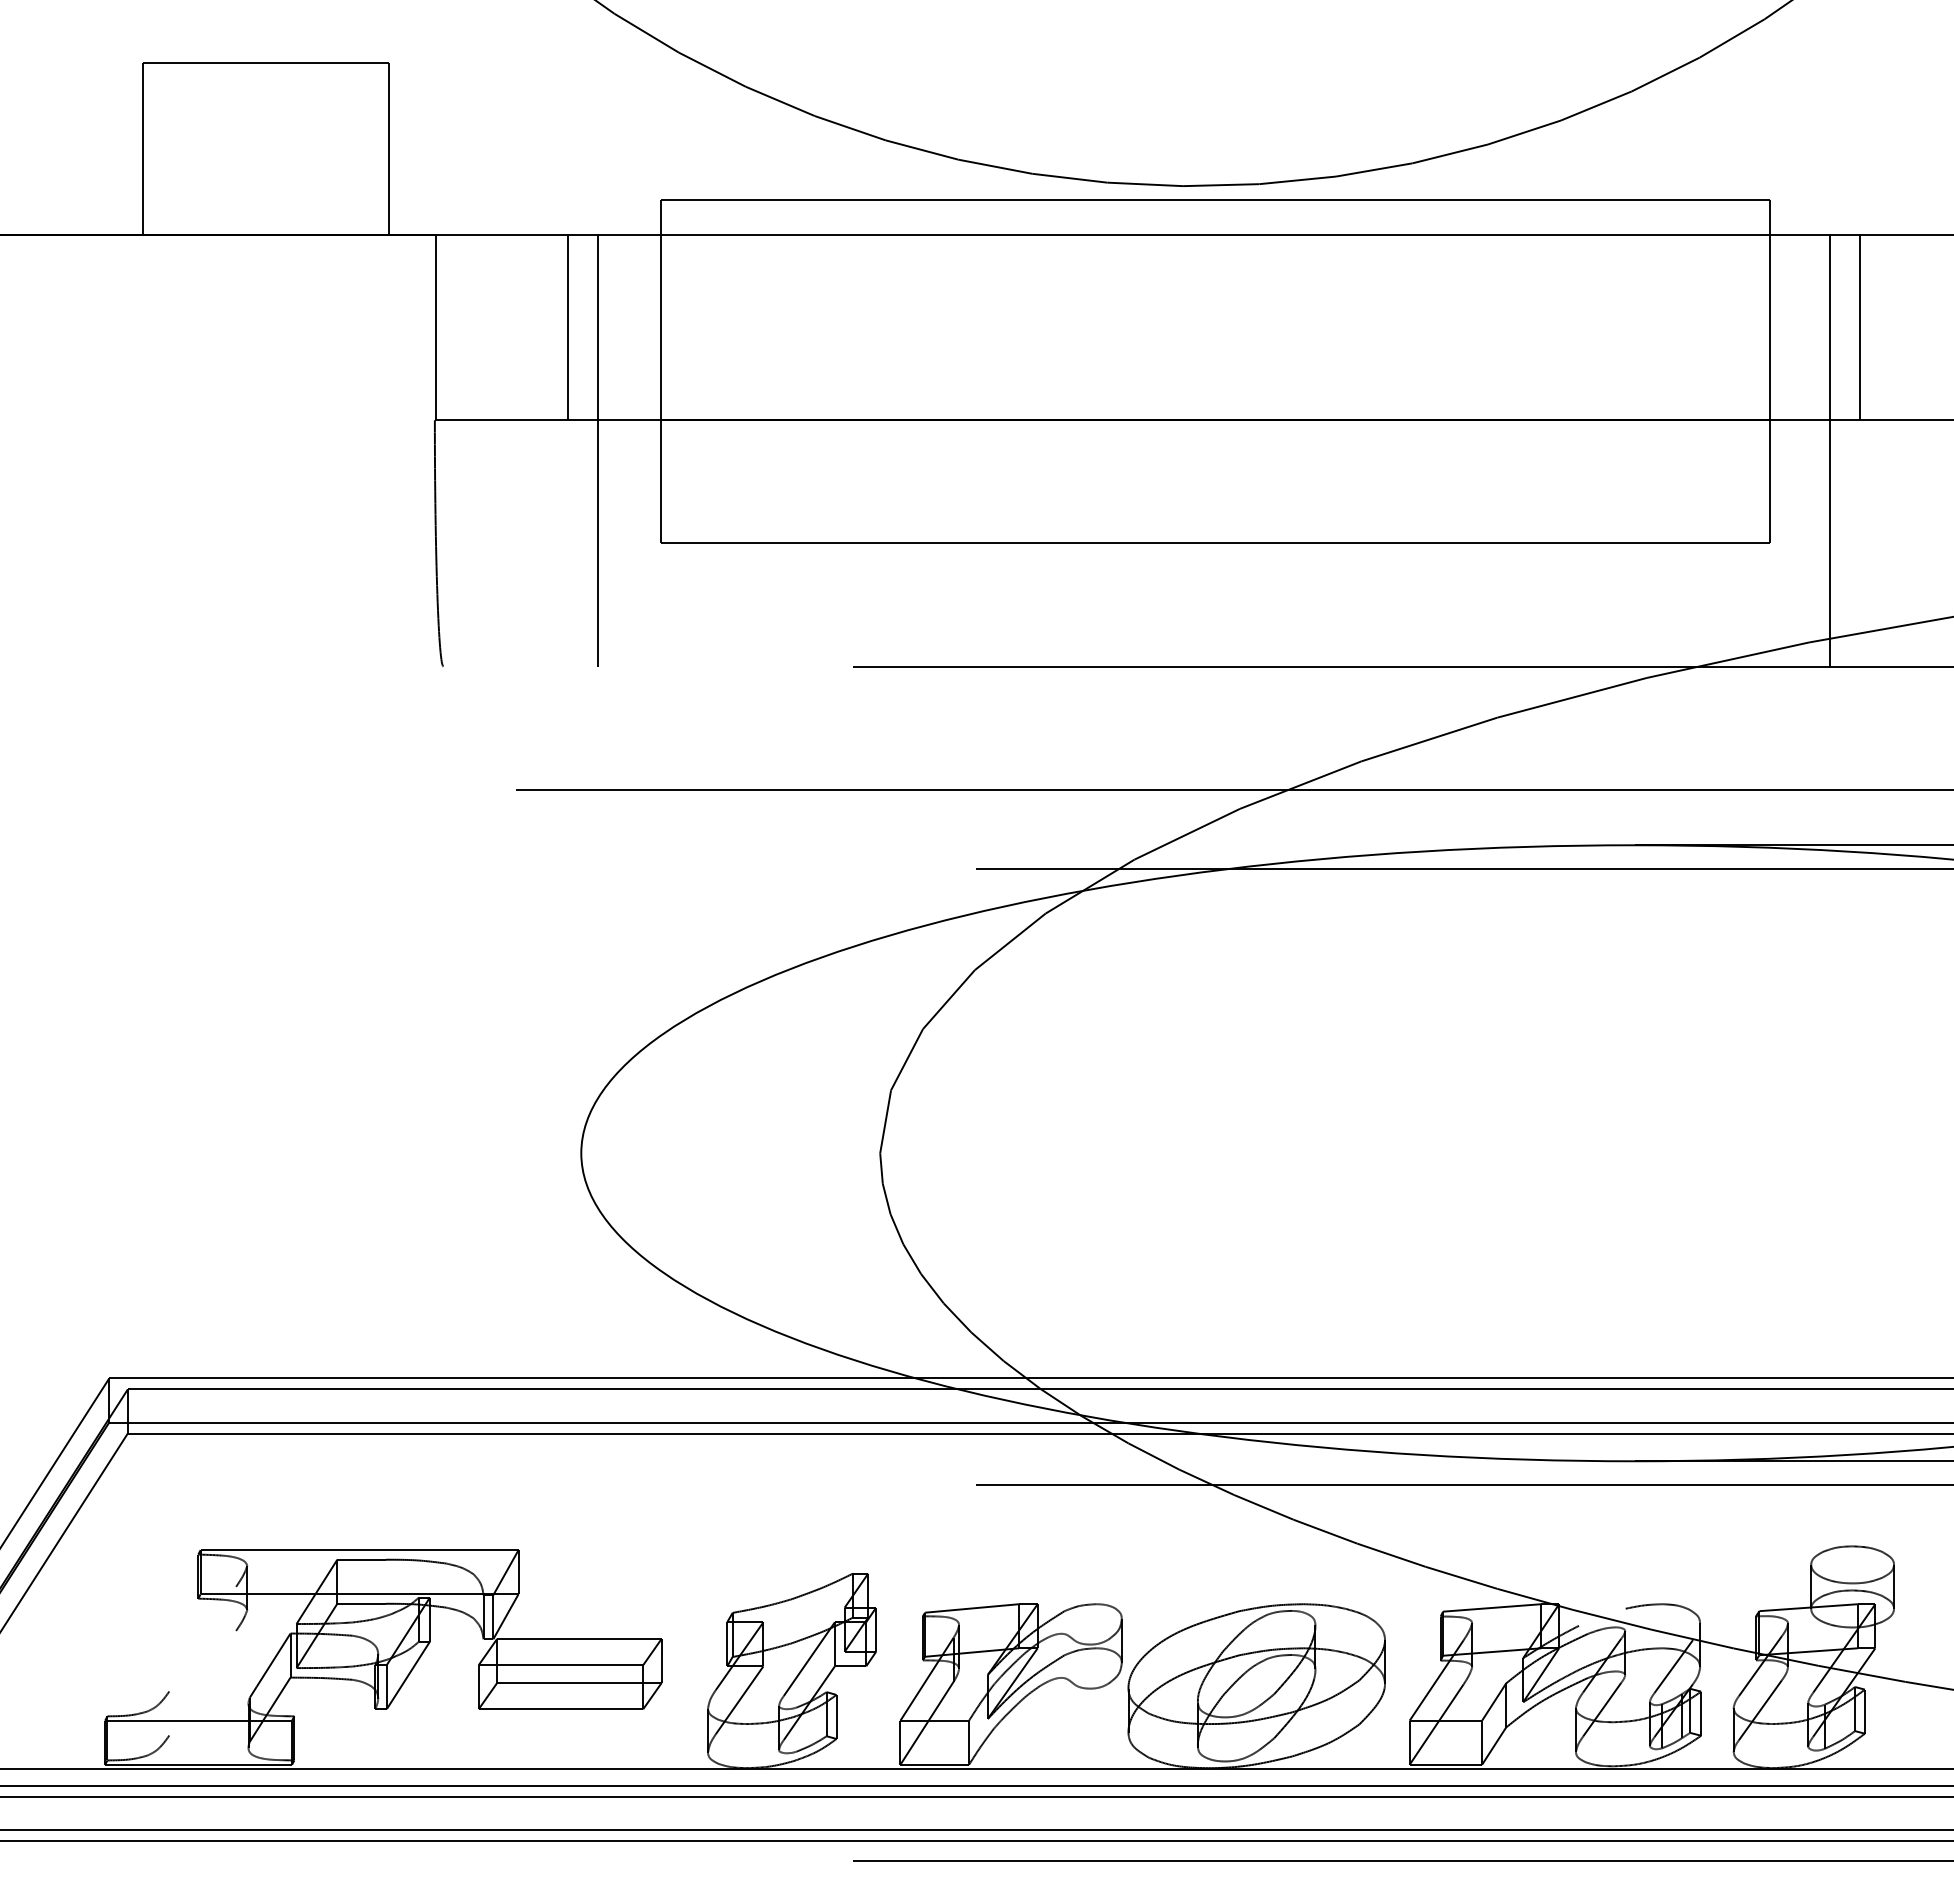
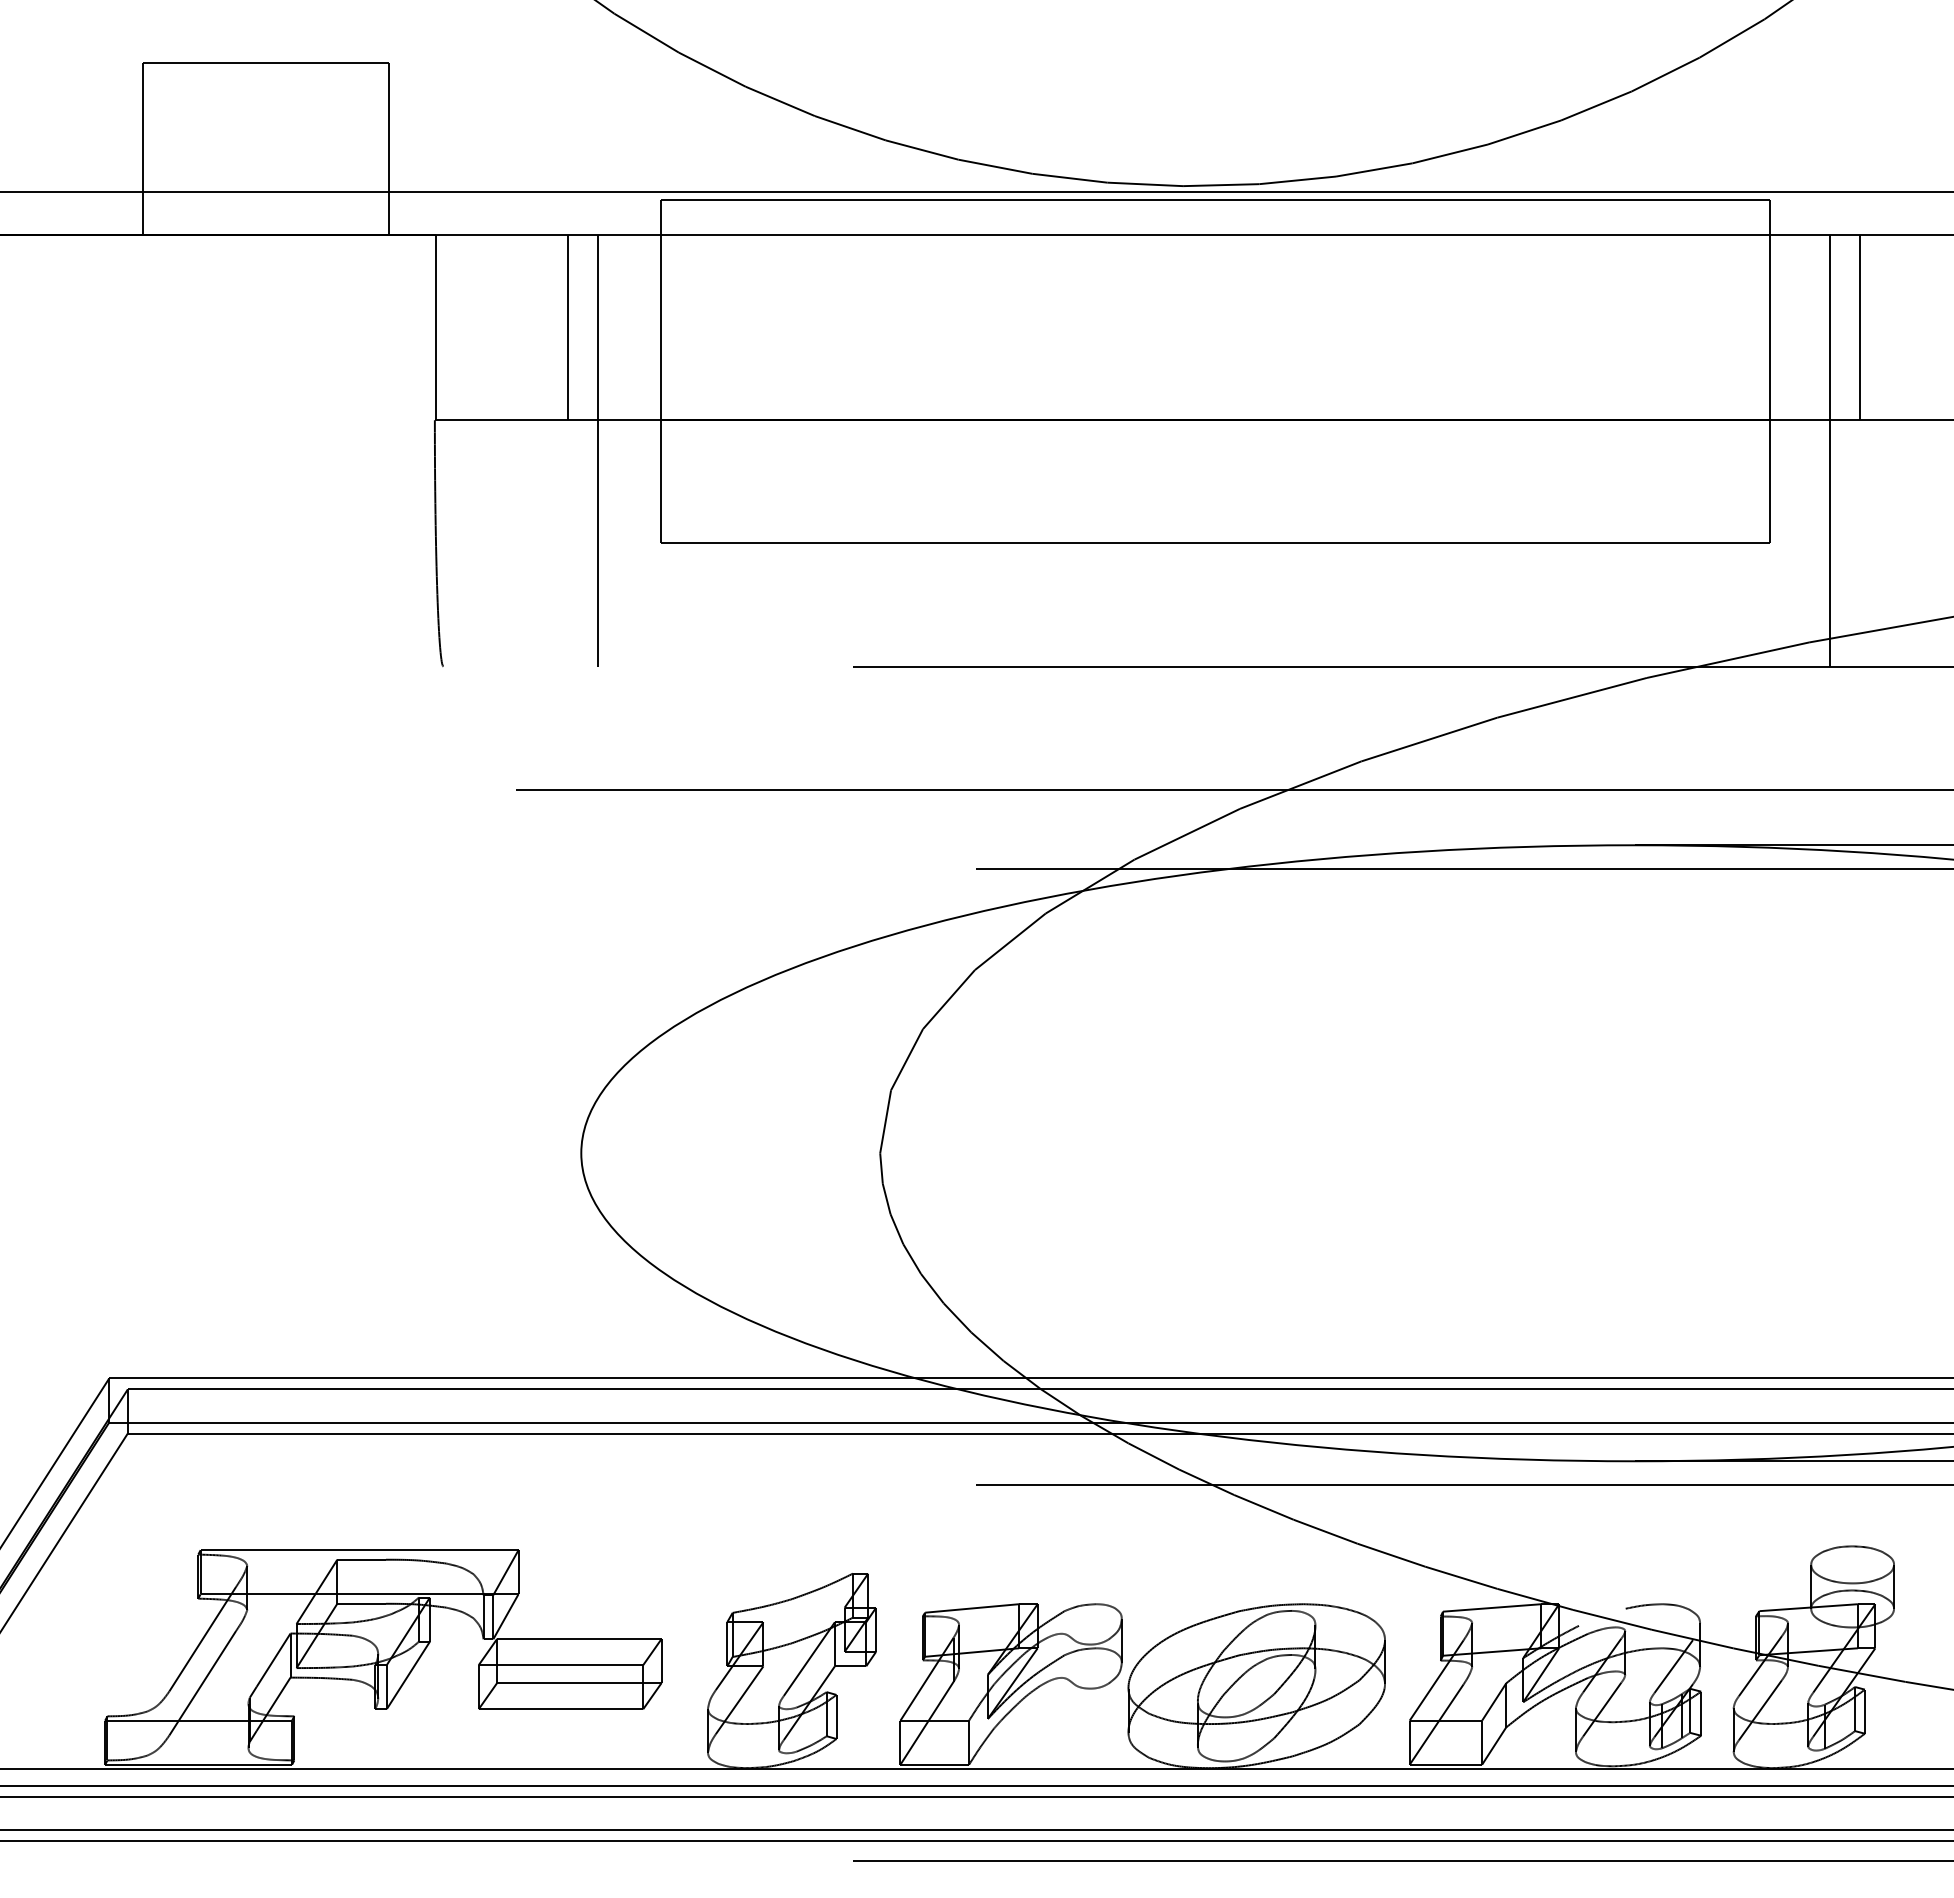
line at (976, 192): none -> present
line at (202, 1638): none -> present
line at (202, 1682): none -> present
